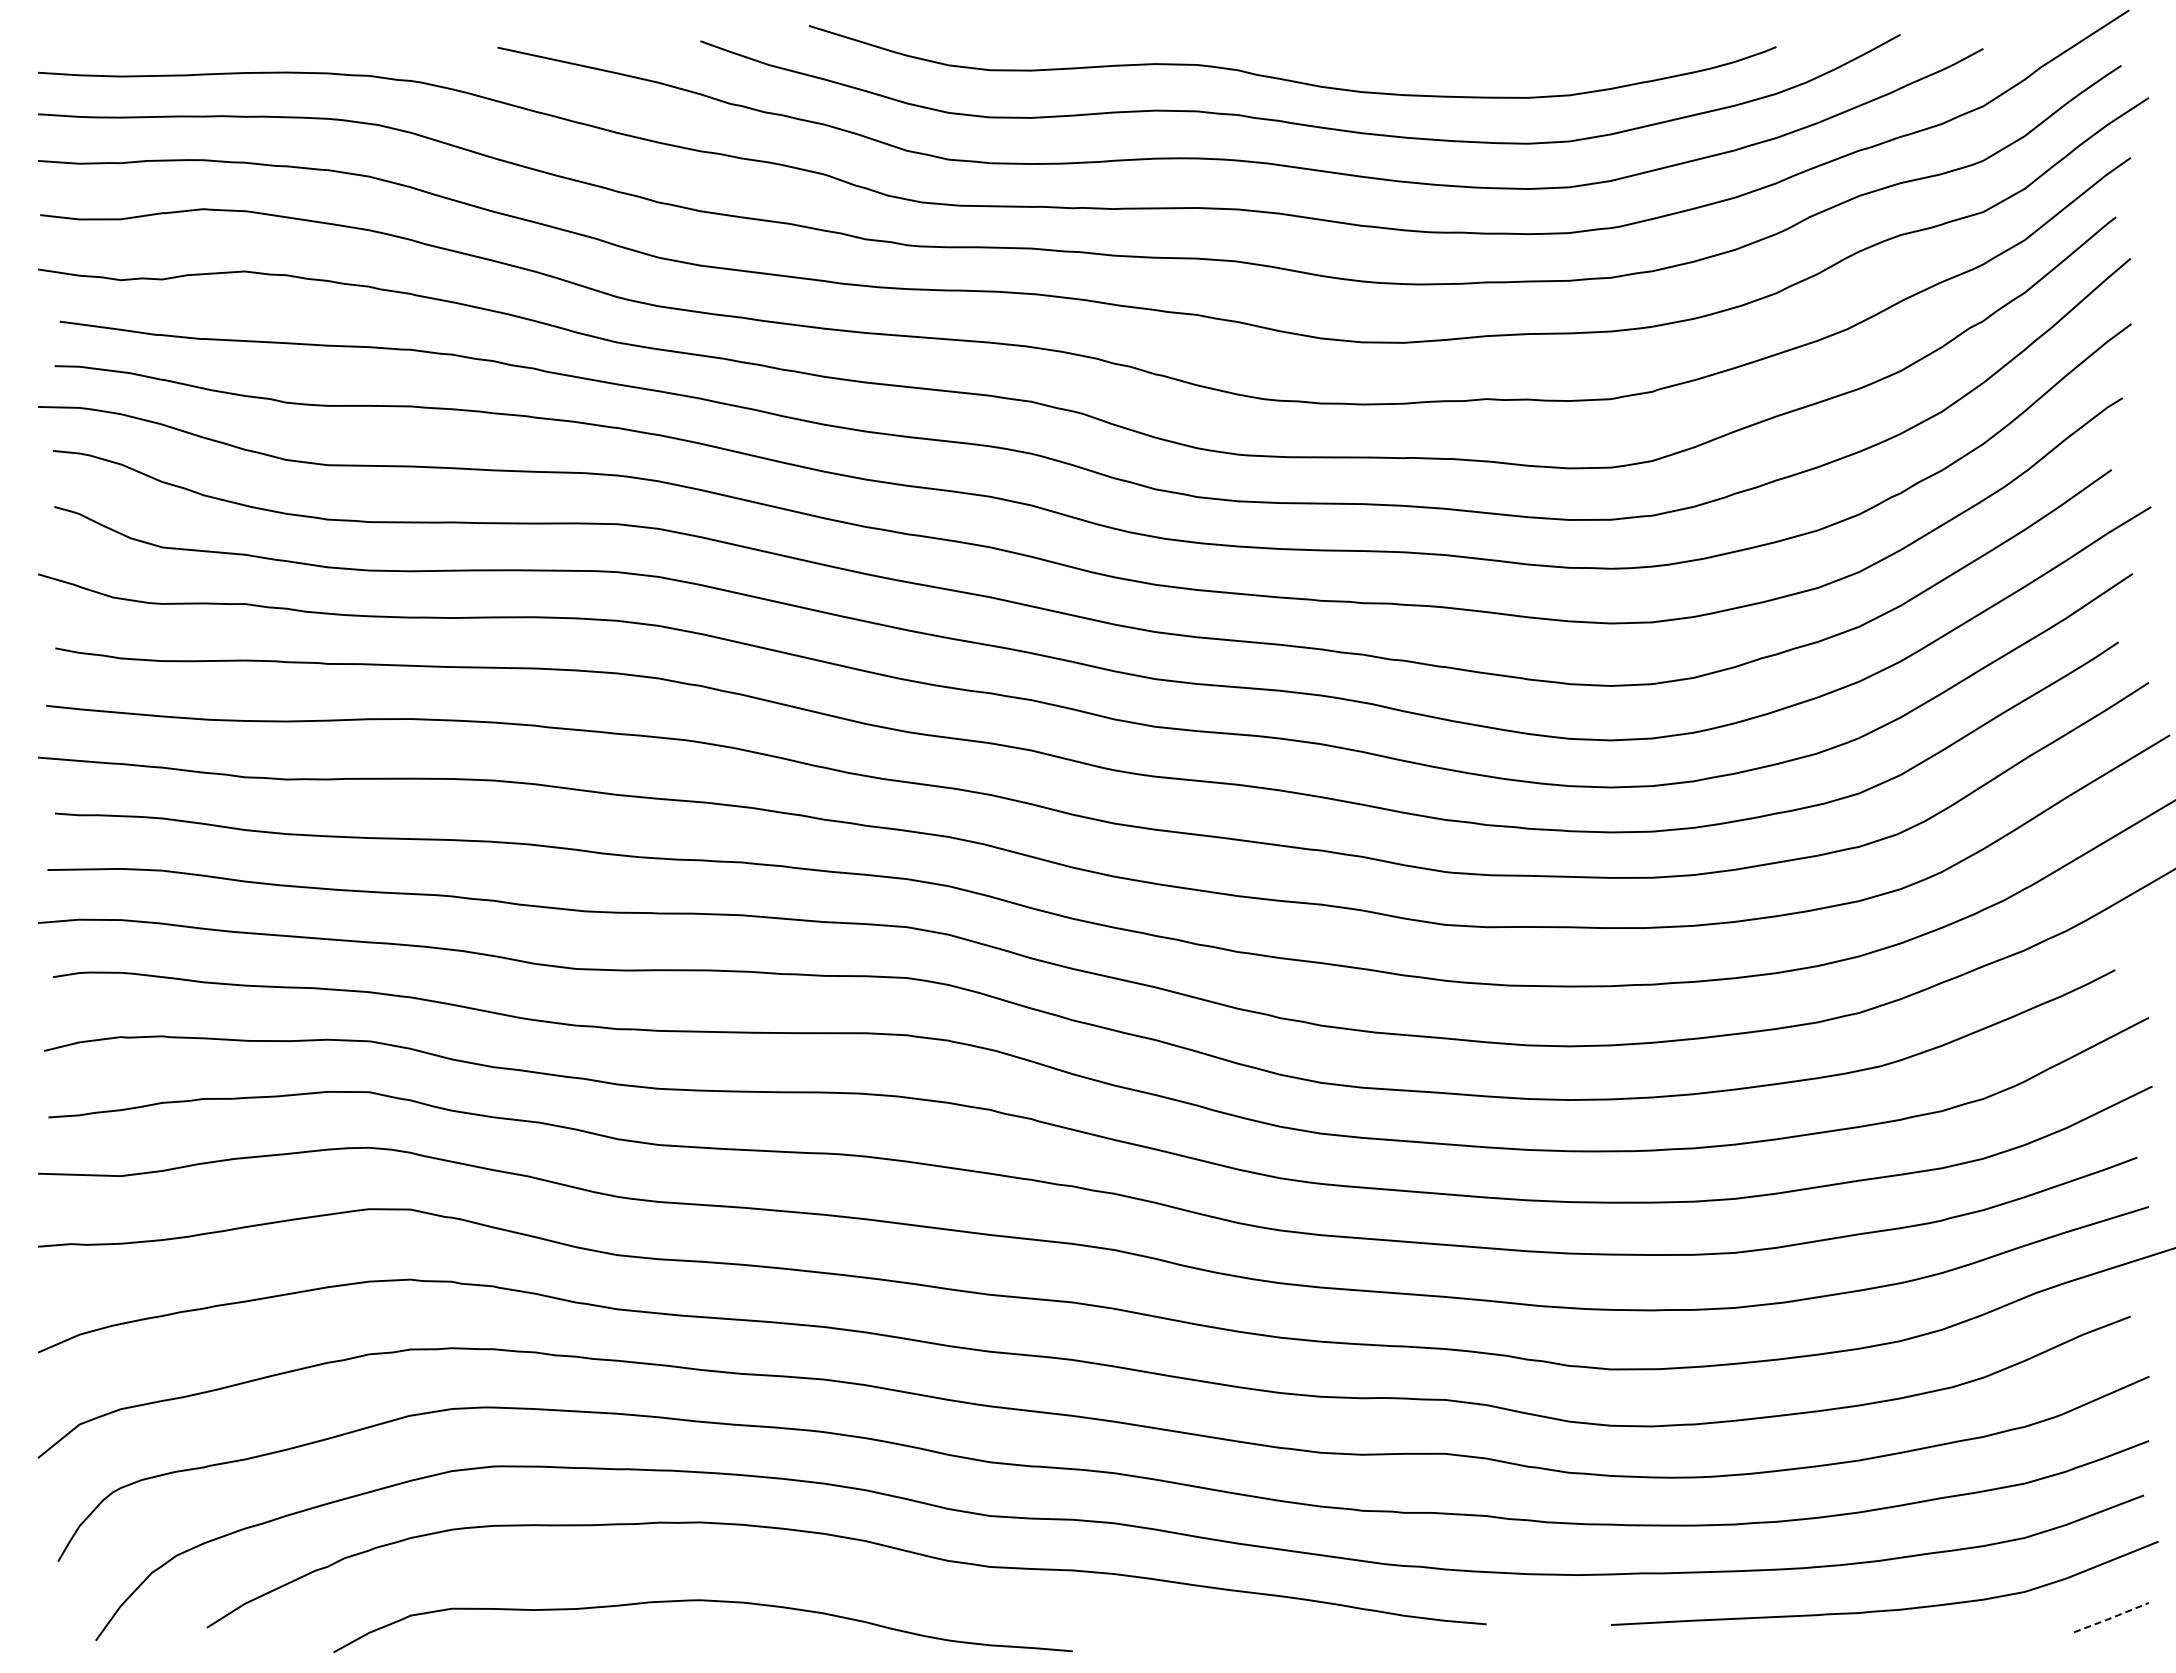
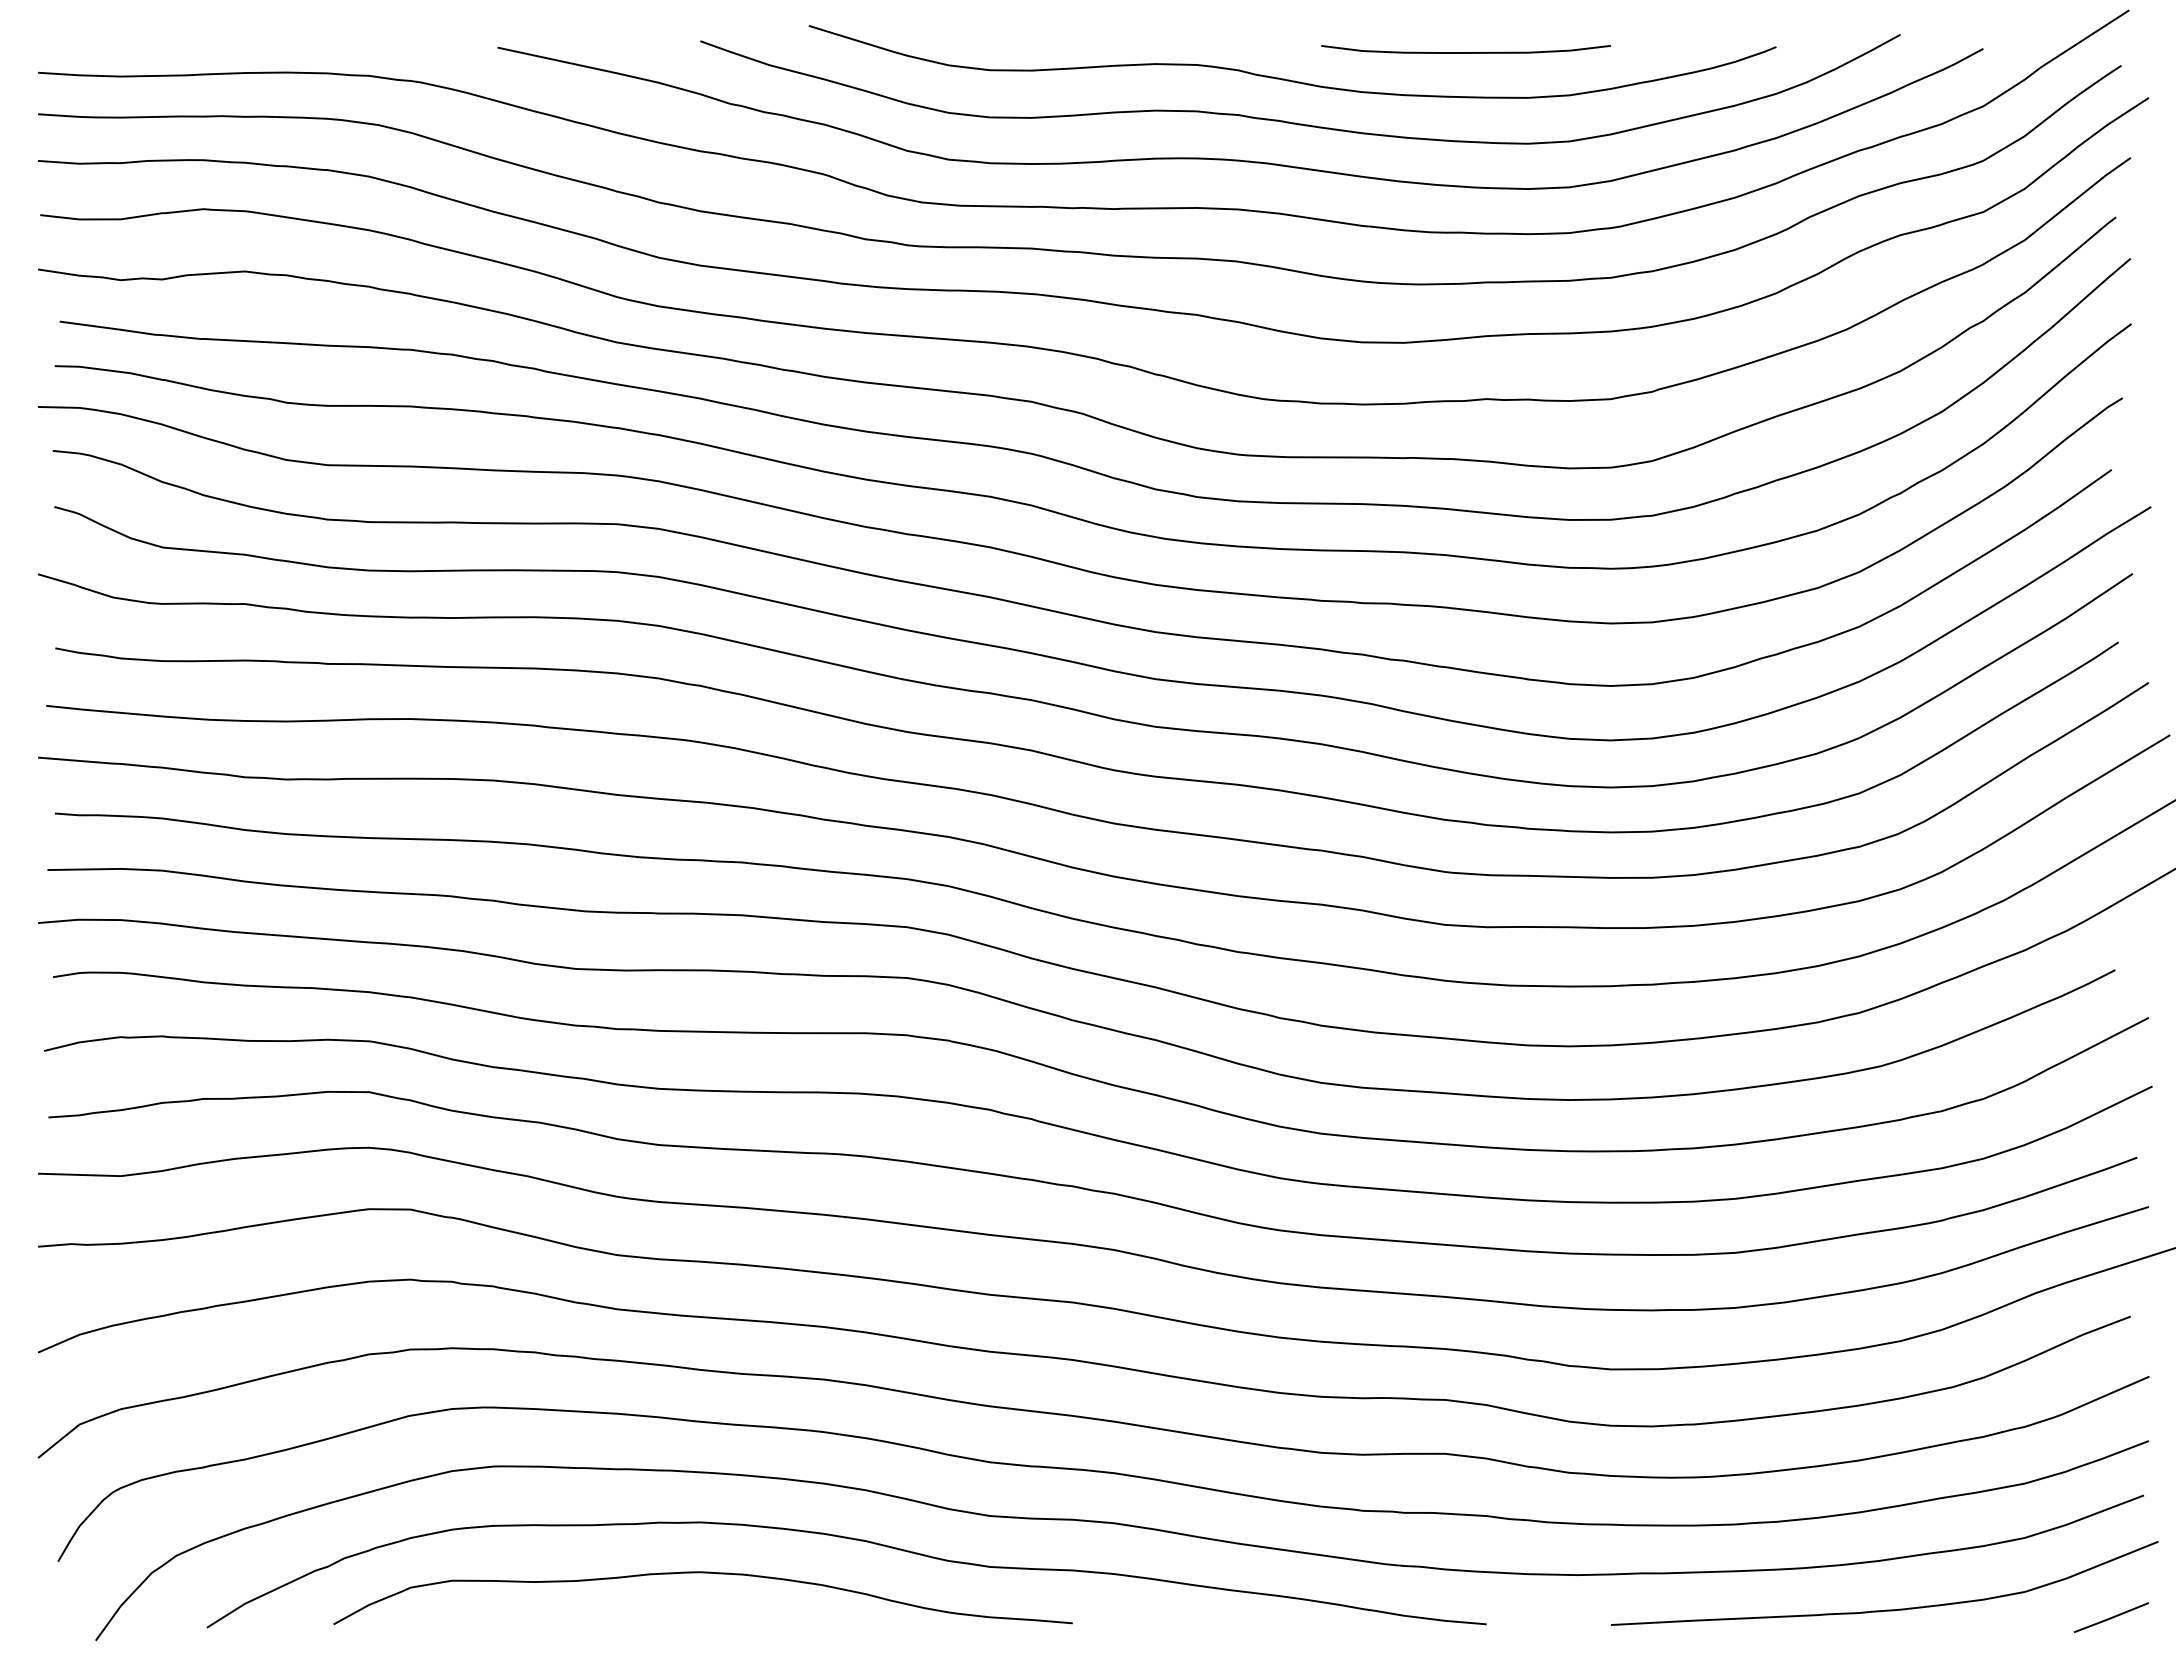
curve at (1465, 52): none -> present
curve at (702, 1601) position: (702, 1601) -> (702, 1573)
line at (2111, 1618): dashed -> solid
